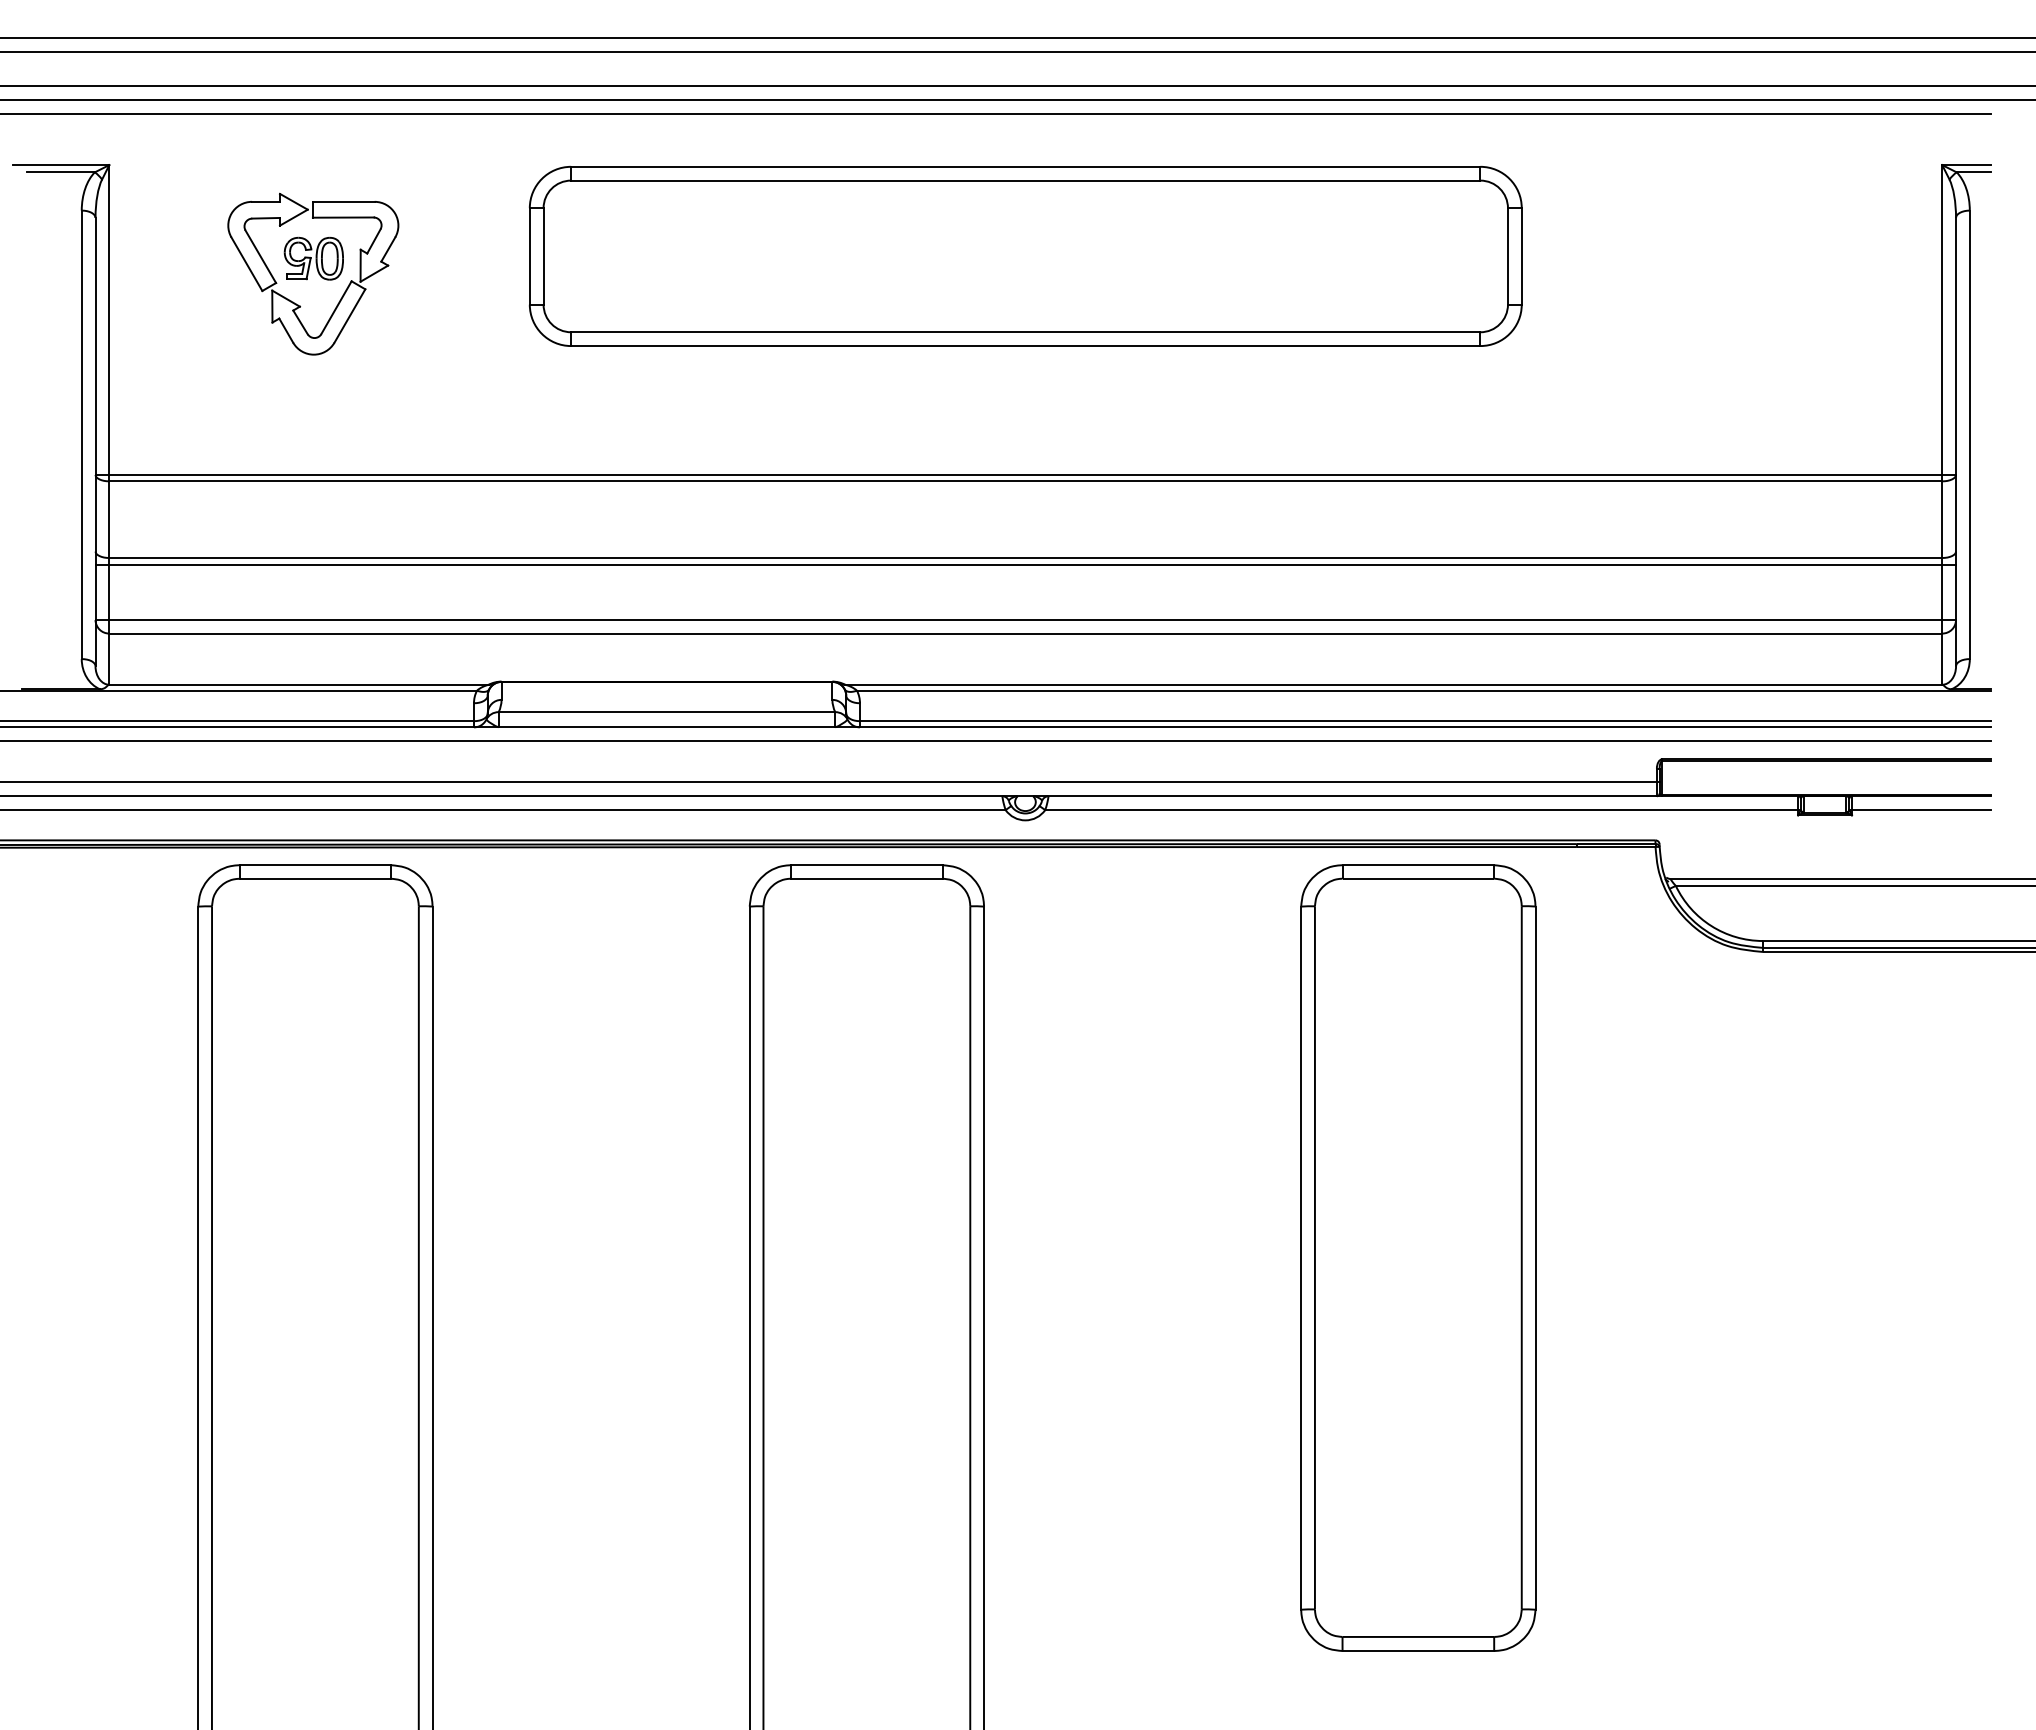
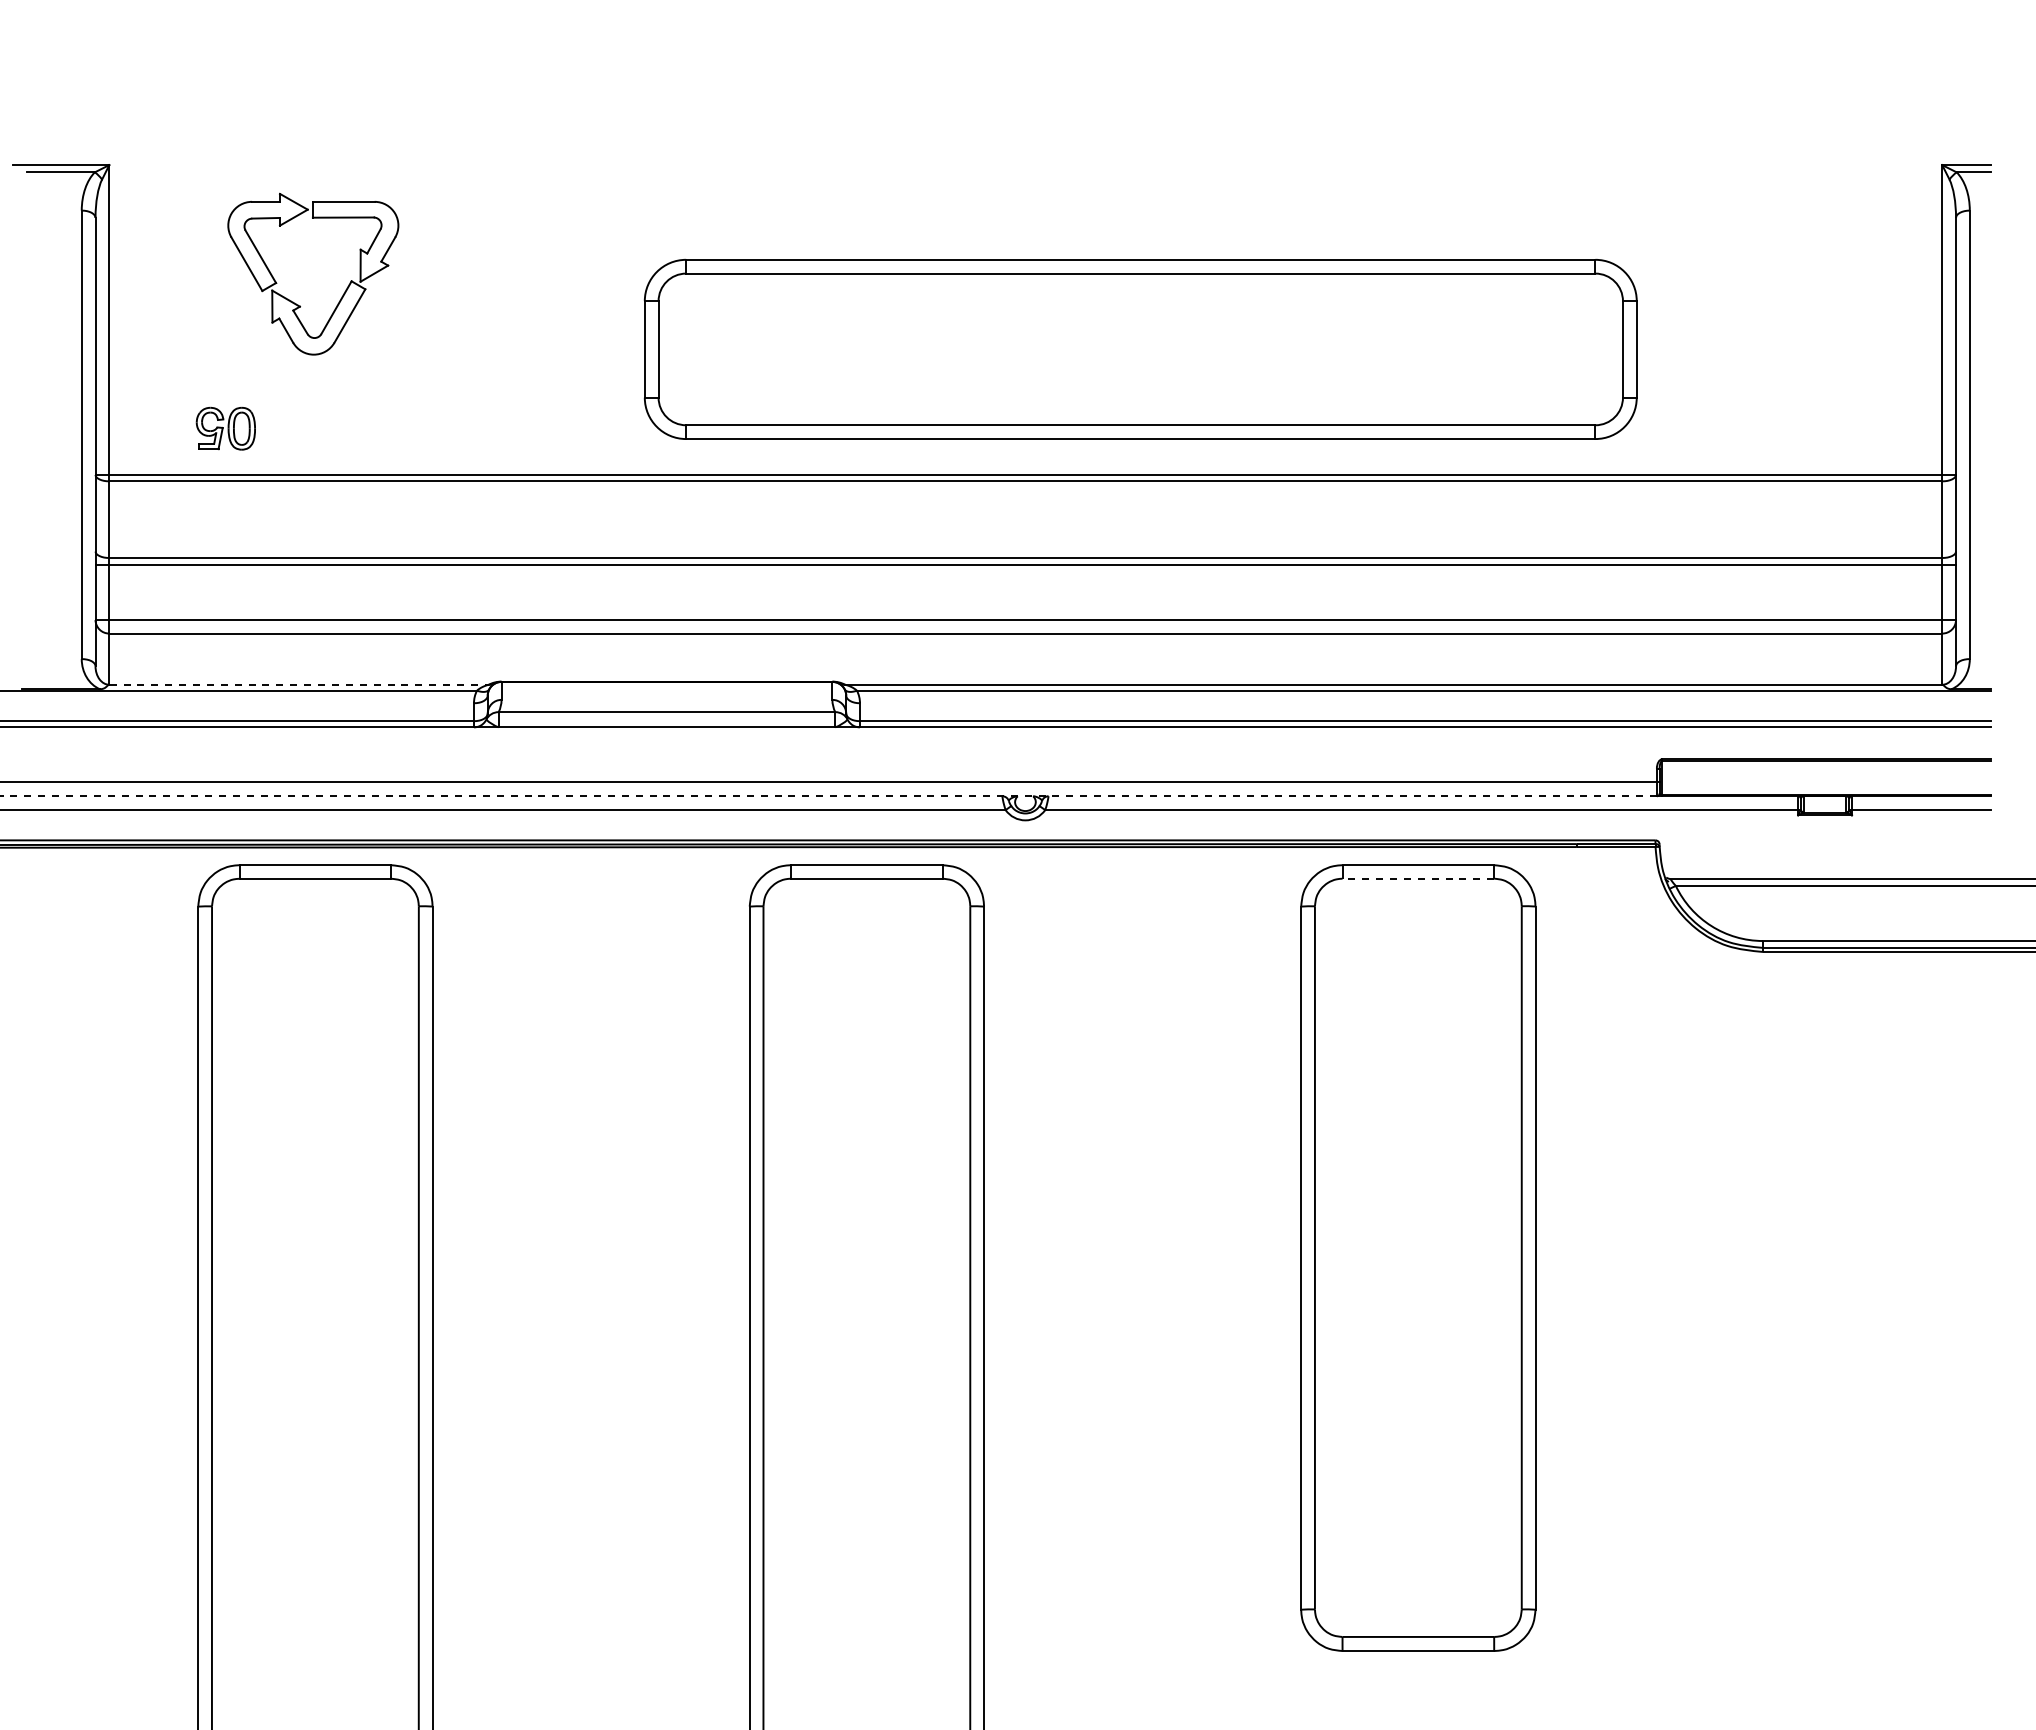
line at (1017, 37): present -> none
line at (1017, 51): present -> none
line at (1017, 86): present -> none
line at (1017, 100): present -> none
line at (996, 113): present -> none
part at (1025, 255) position: (1025, 255) -> (1140, 348)
part at (313, 258) position: (313, 258) -> (225, 428)
line at (299, 684): solid -> dashed
line at (996, 741): present -> none
line at (828, 796): solid -> dashed
line at (1417, 878): solid -> dashed
